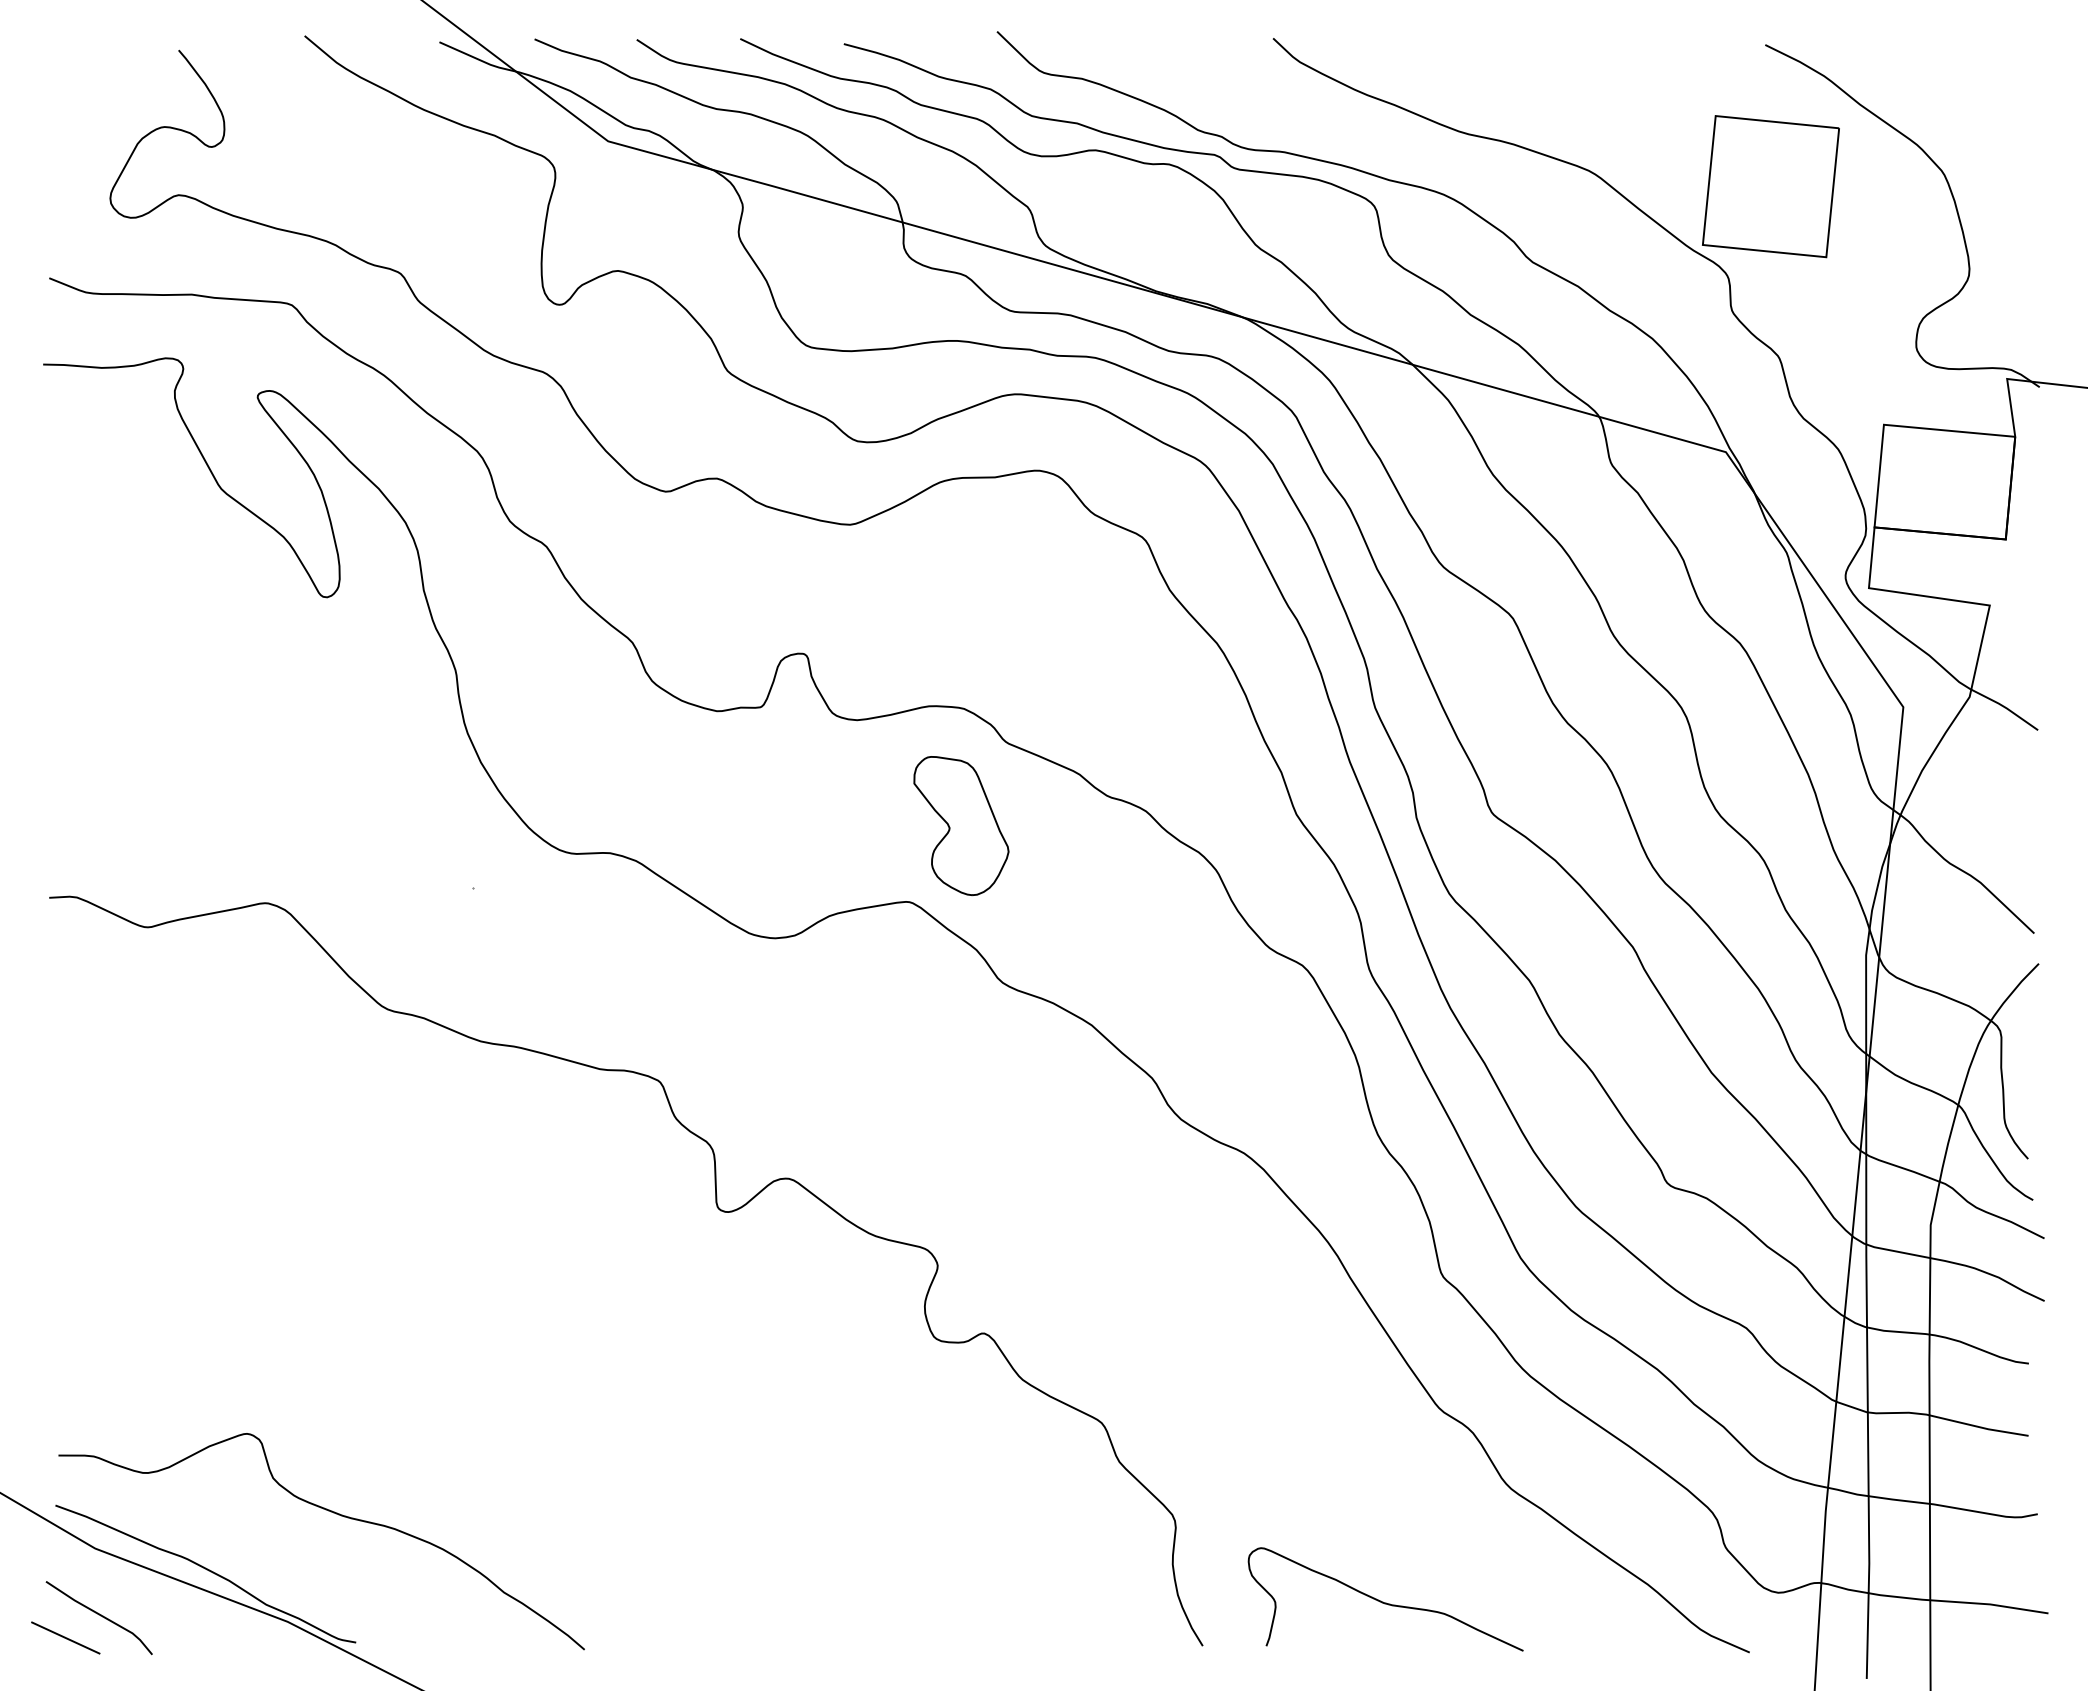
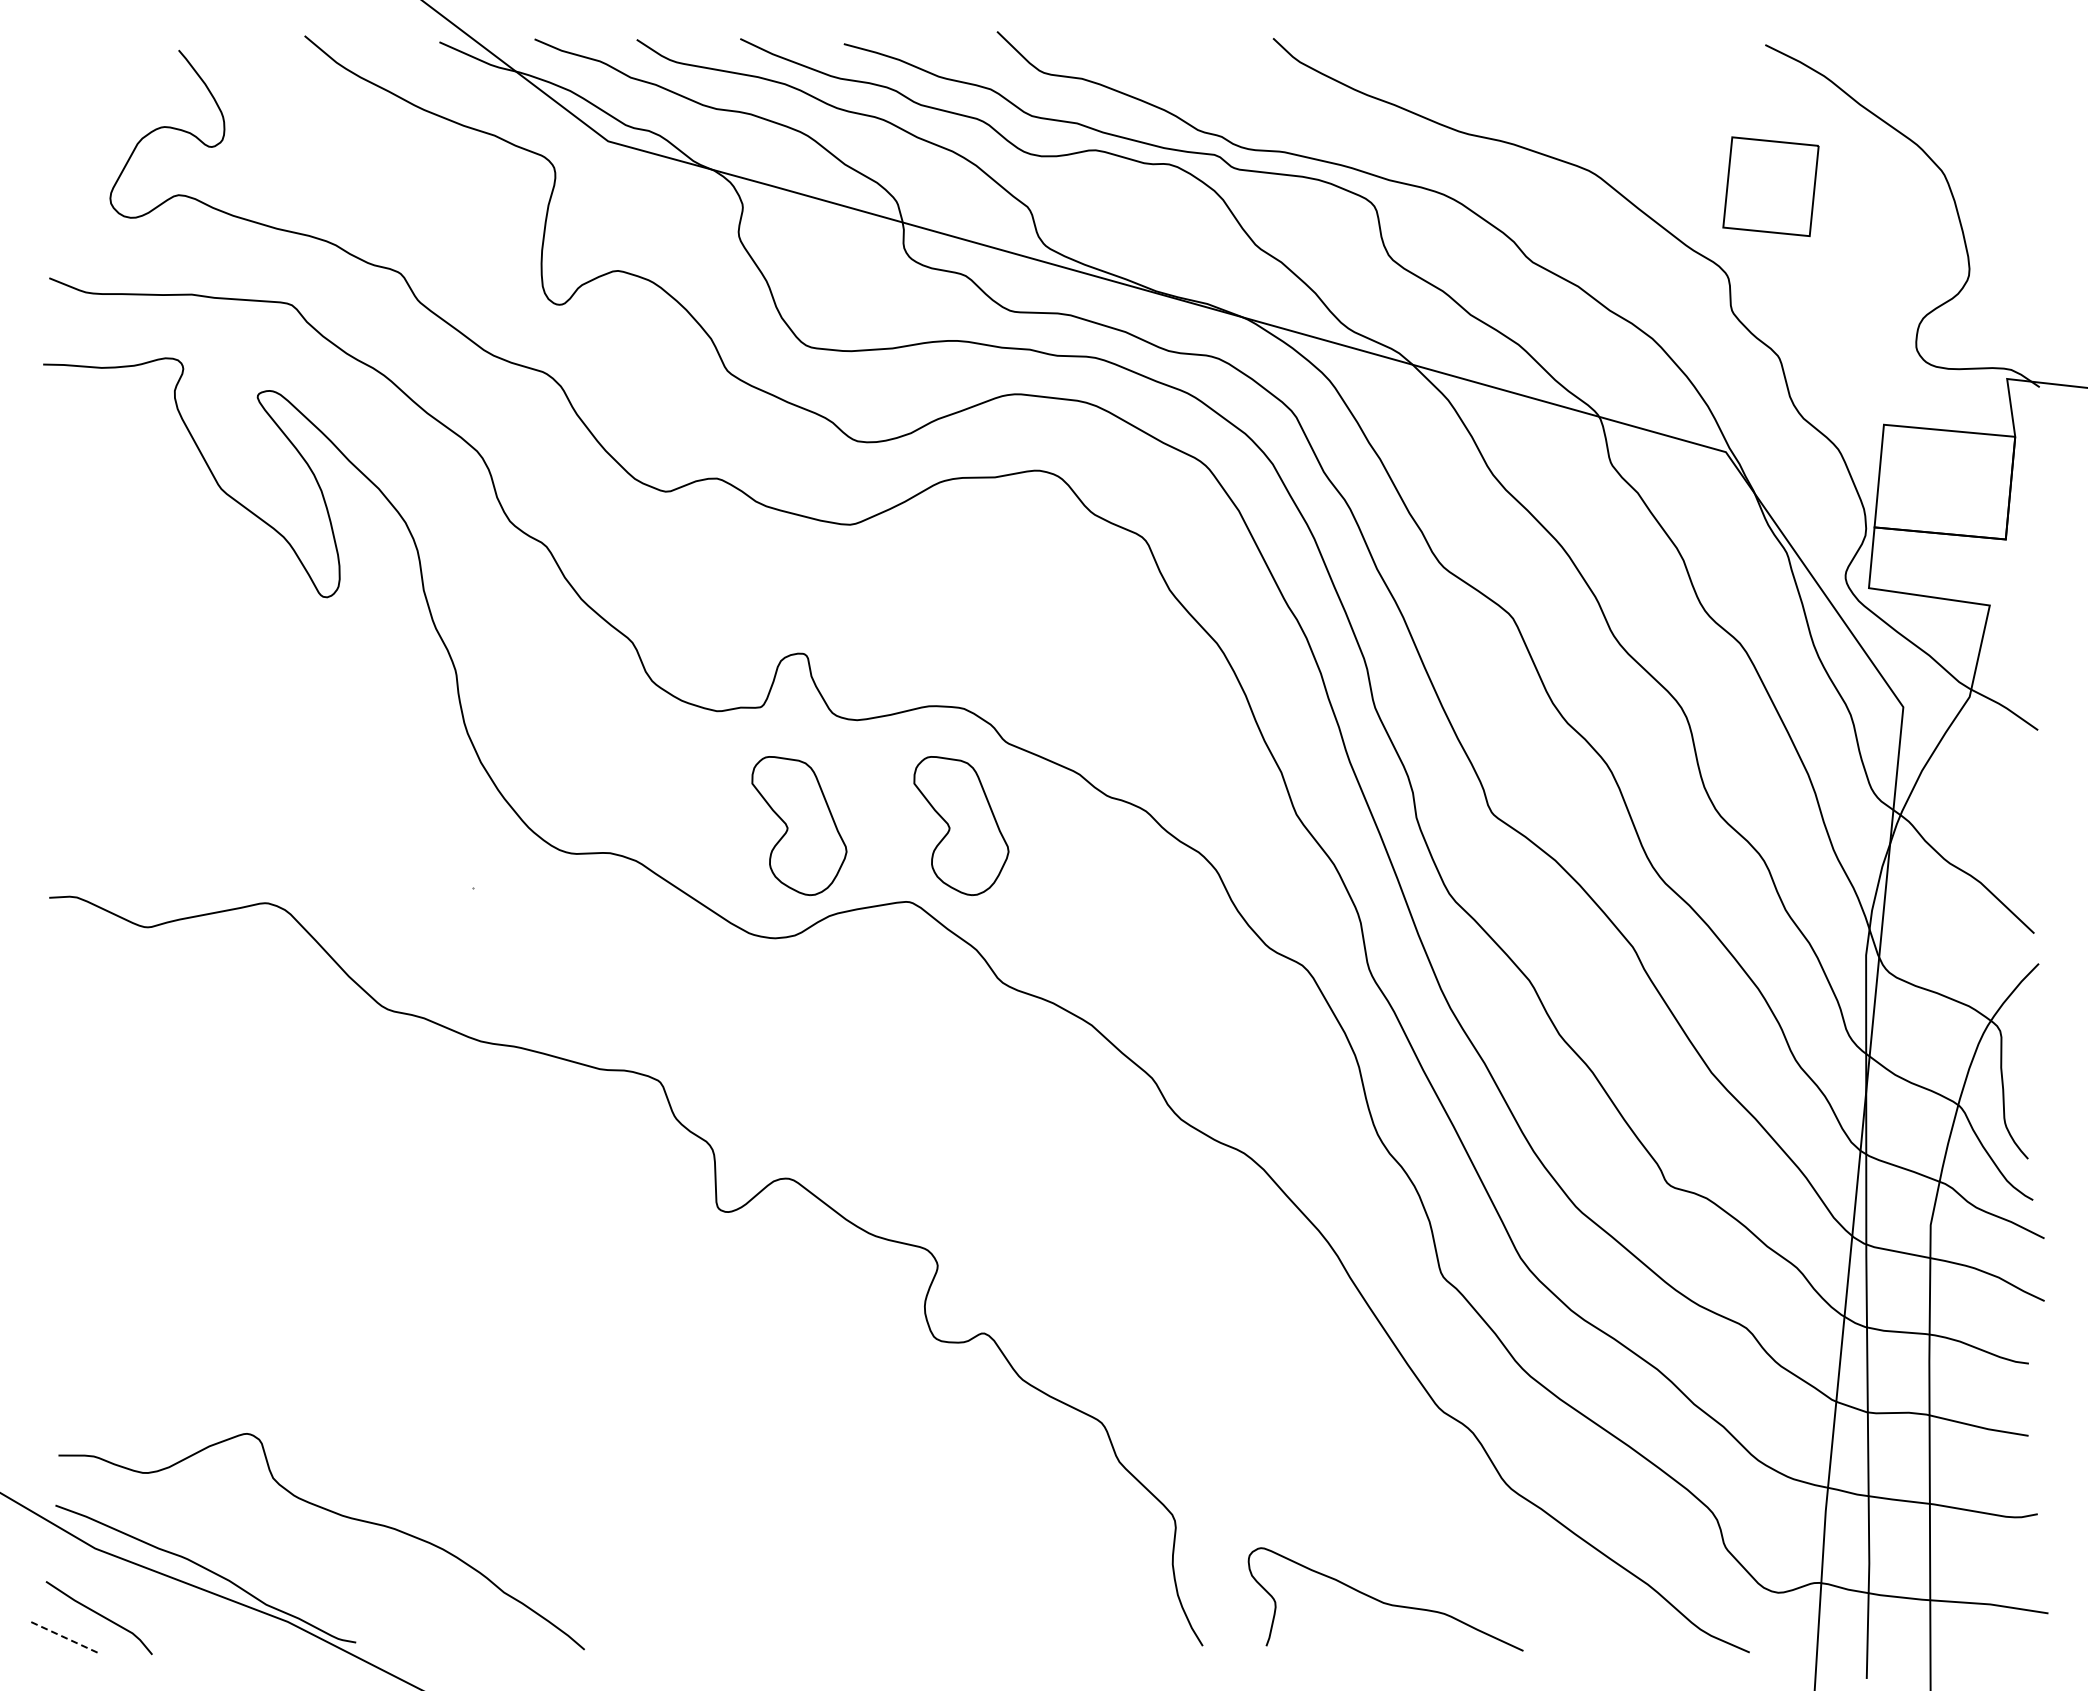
part at (1770, 186) size: 138x144 px -> 98x101 px
part at (799, 826): none -> present
line at (66, 1638): solid -> dashed
